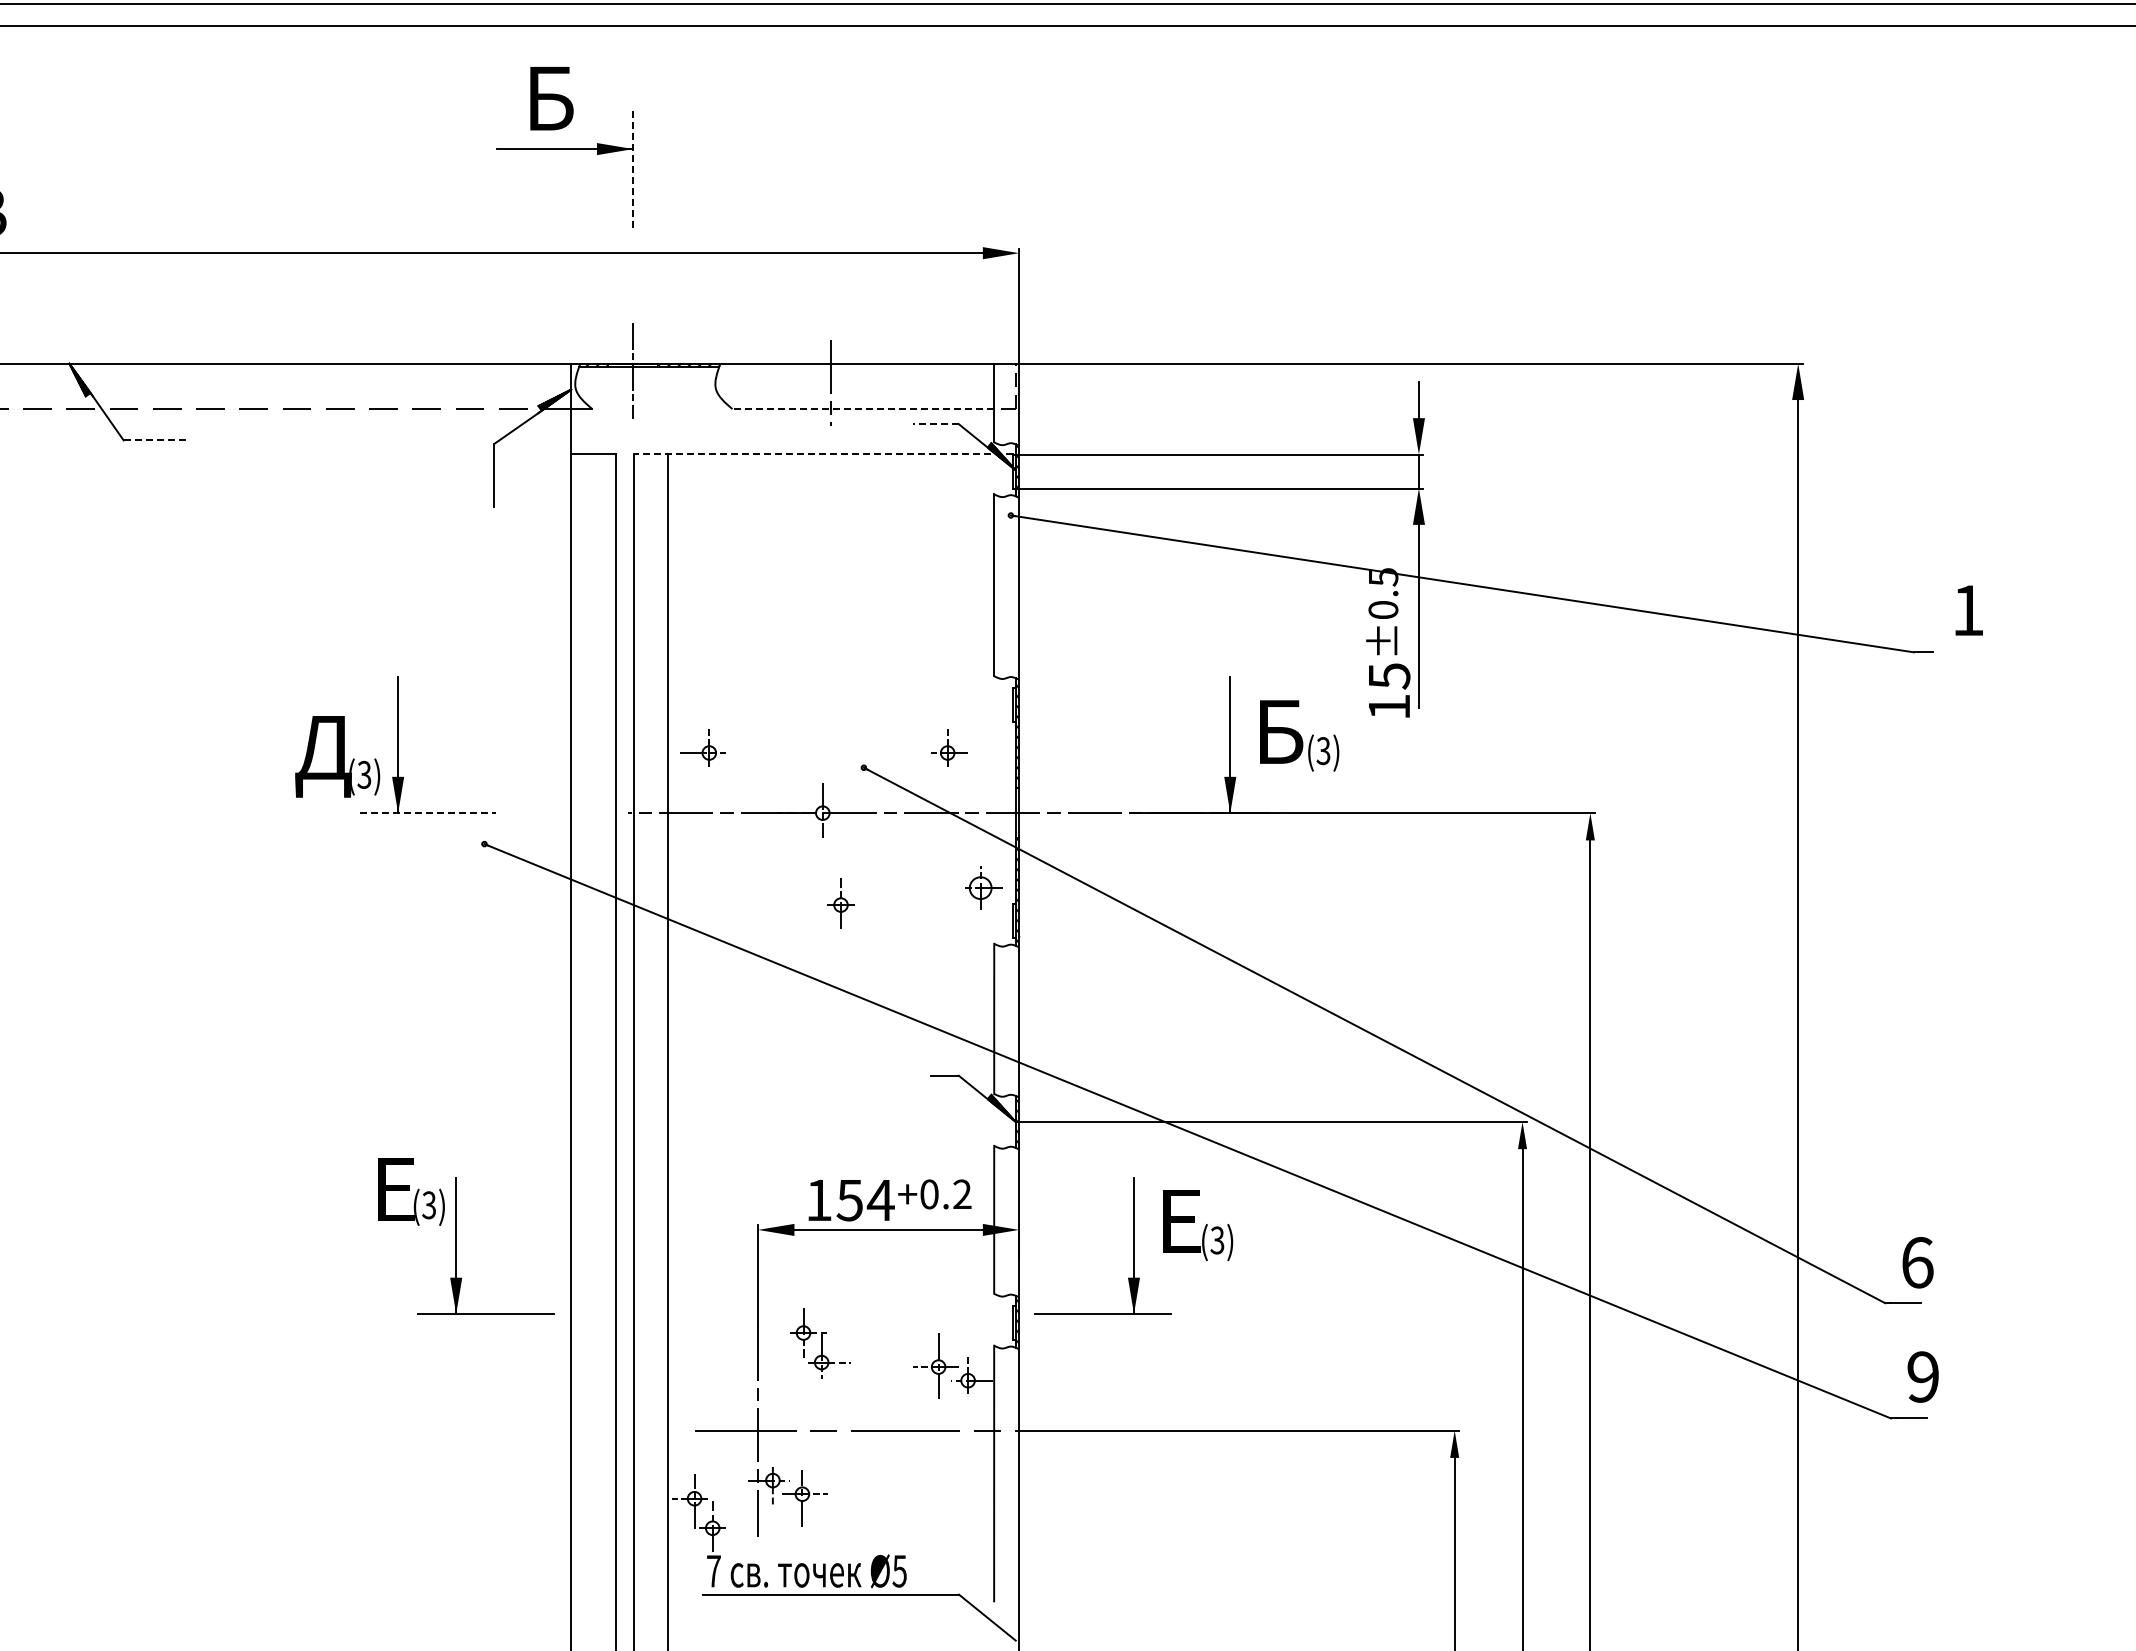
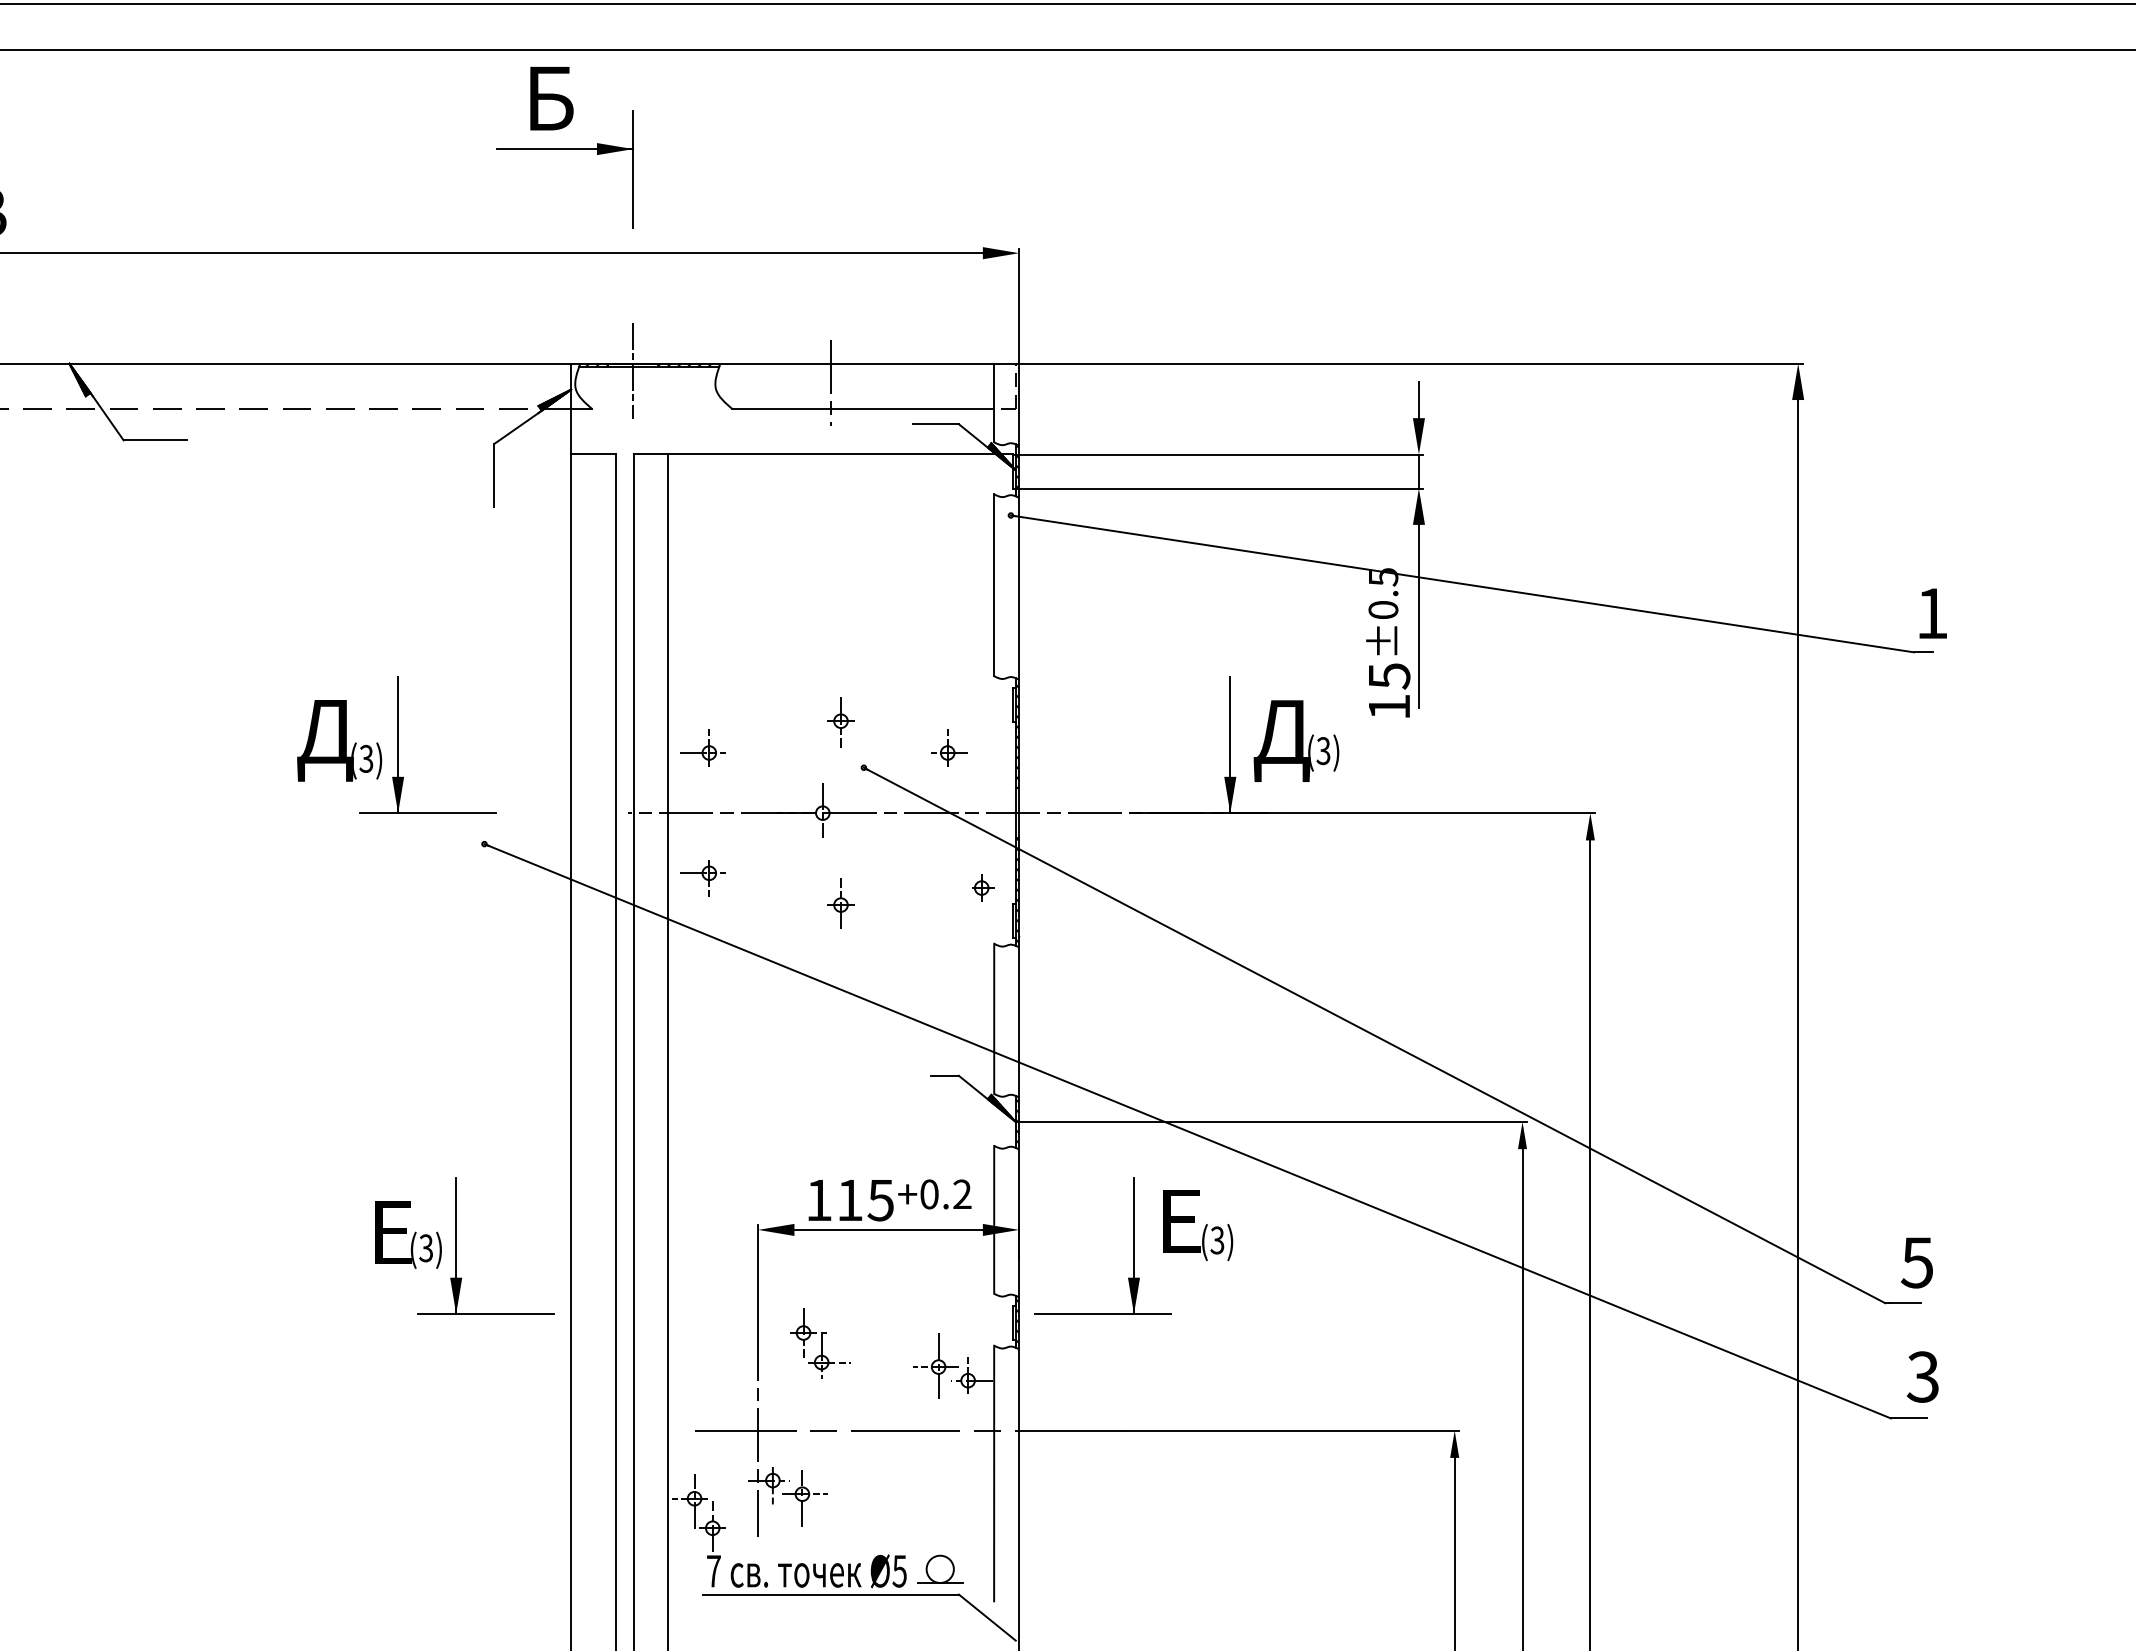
line at (1067, 25) position: (1067, 25) -> (1067, 49)
line at (633, 169): dashed -> solid
line at (863, 409): dashed -> solid
line at (936, 424): dashed -> solid
line at (155, 440): dashed -> solid
line at (823, 454): dashed -> solid
text at (1968, 610) position: (1968, 610) -> (1932, 613)
part at (840, 722): none -> present
text at (1281, 740): Б -> Д
text at (337, 756) position: (337, 756) -> (339, 740)
line at (428, 813): dashed -> solid
part at (702, 878): none -> present
part at (983, 887) size: 38x44 px -> 23x28 px
text at (411, 1191) position: (411, 1191) -> (408, 1234)
text at (865, 1200): 154 -> 115
text at (1917, 1262): 6 -> 5
text at (1922, 1376): 9 -> 3
part at (940, 1568): none -> present
